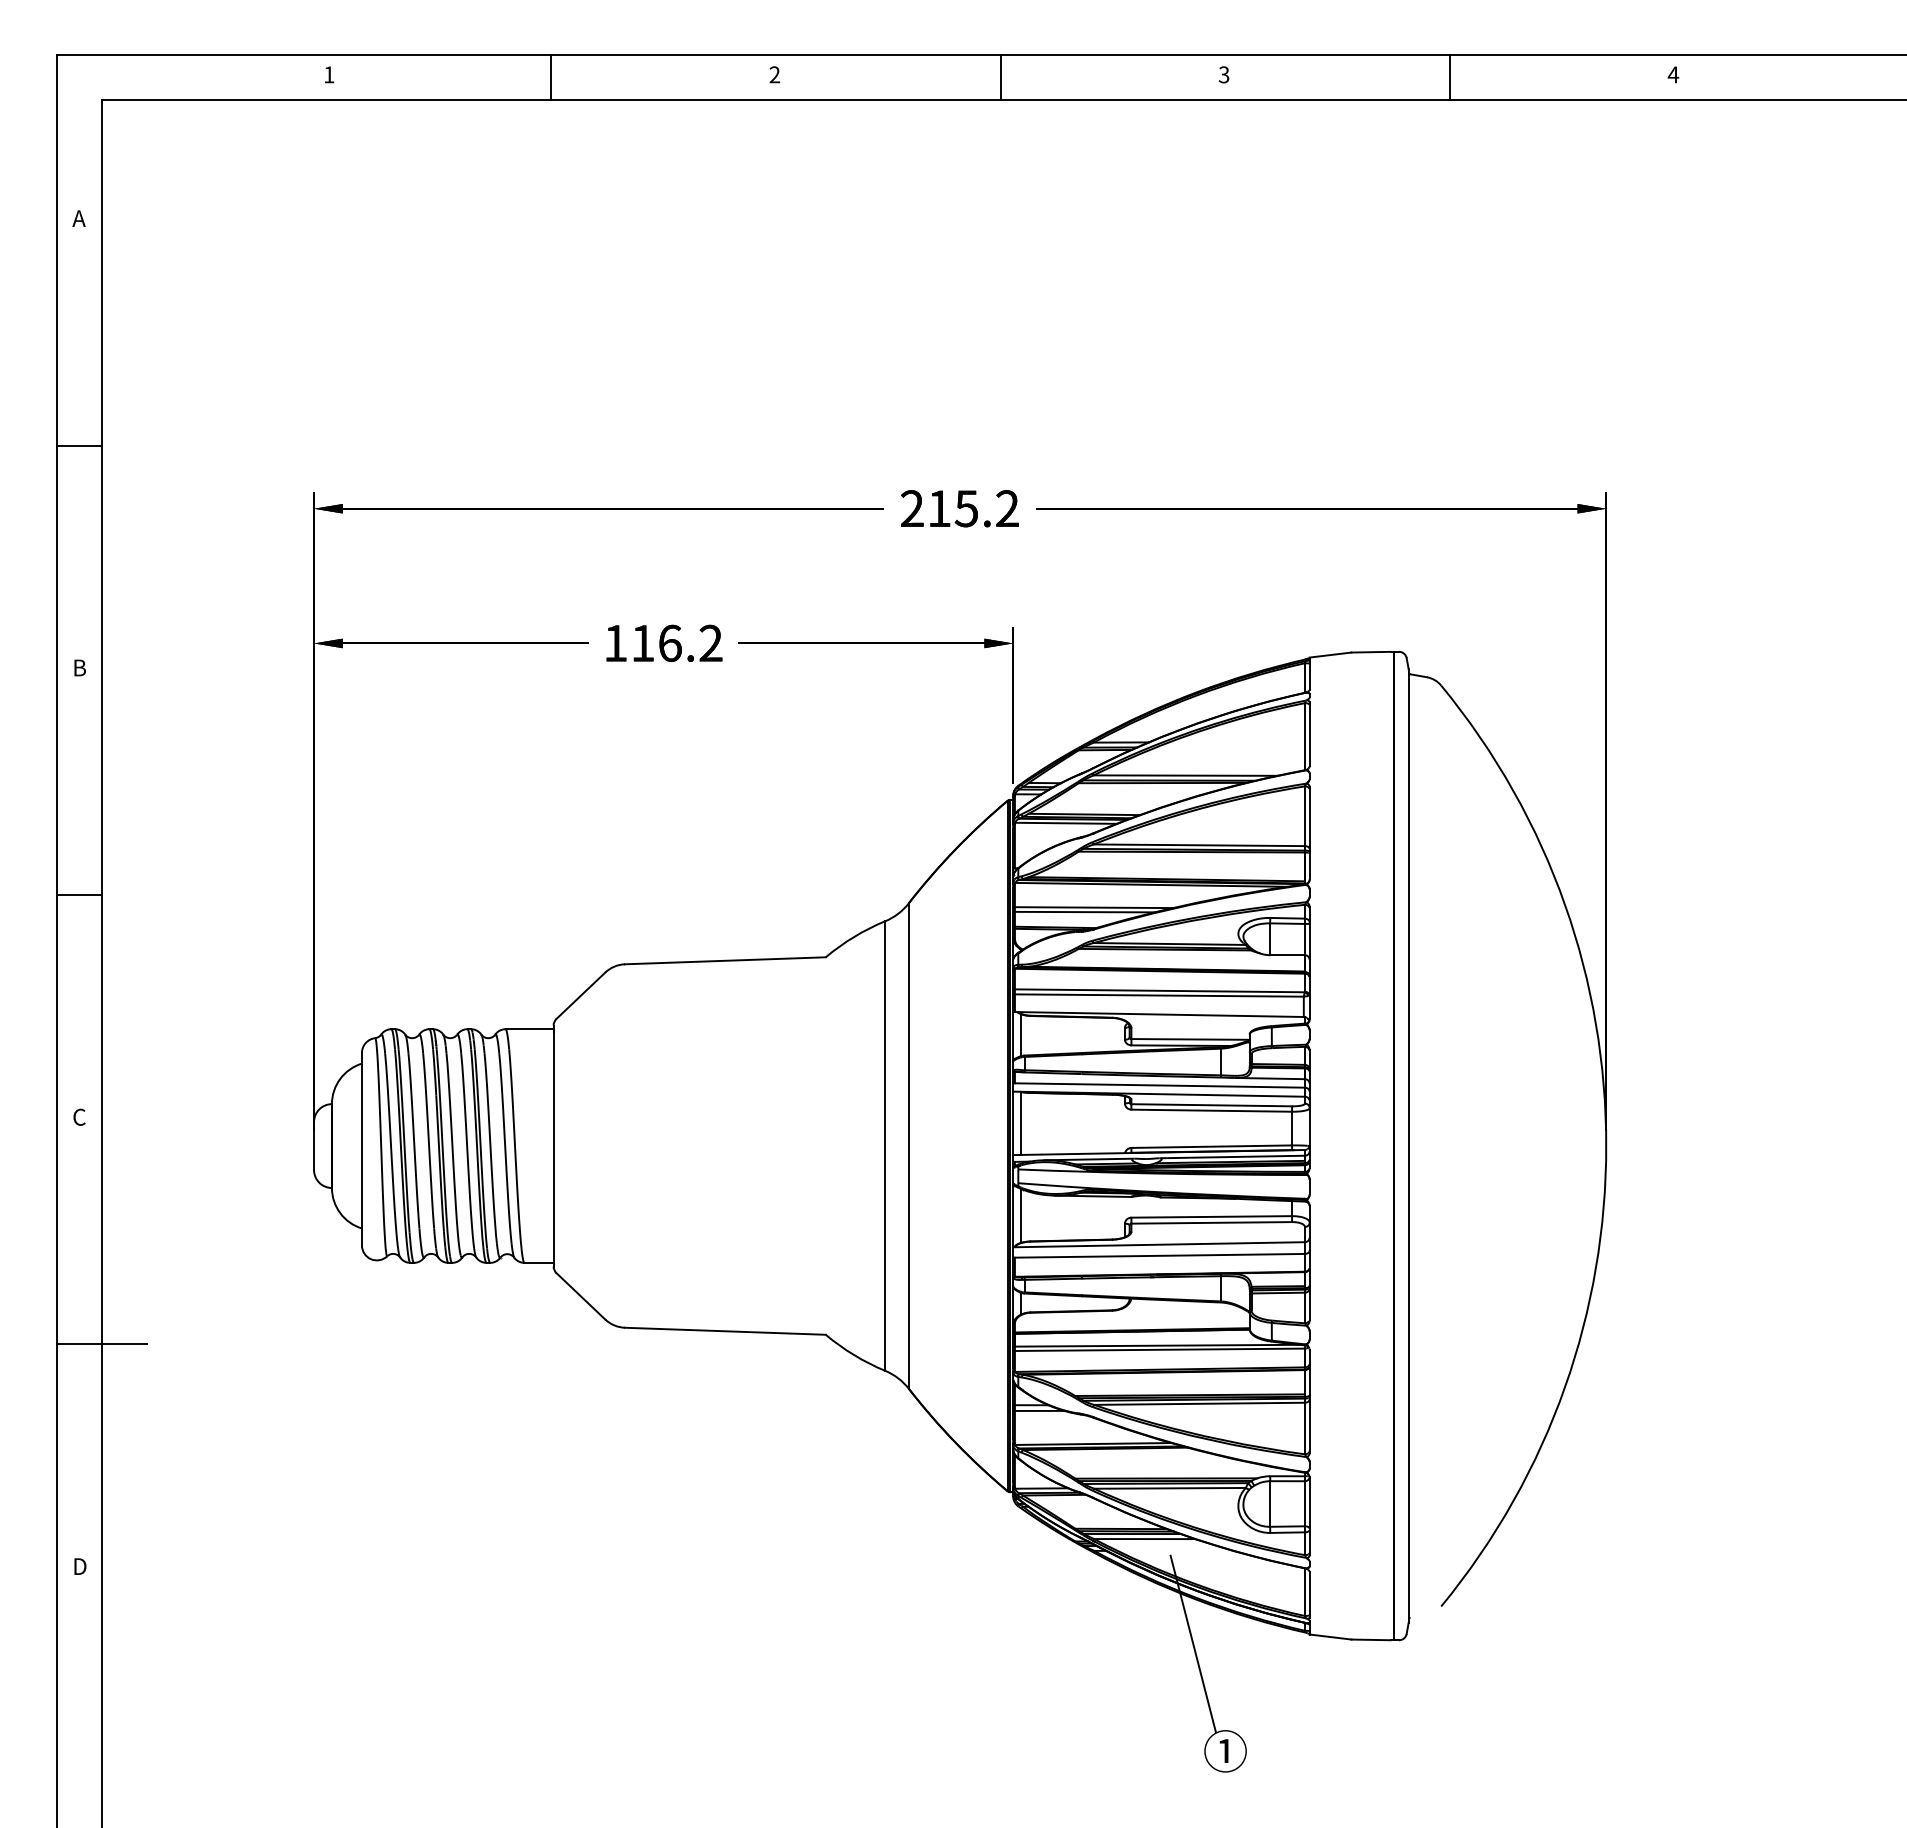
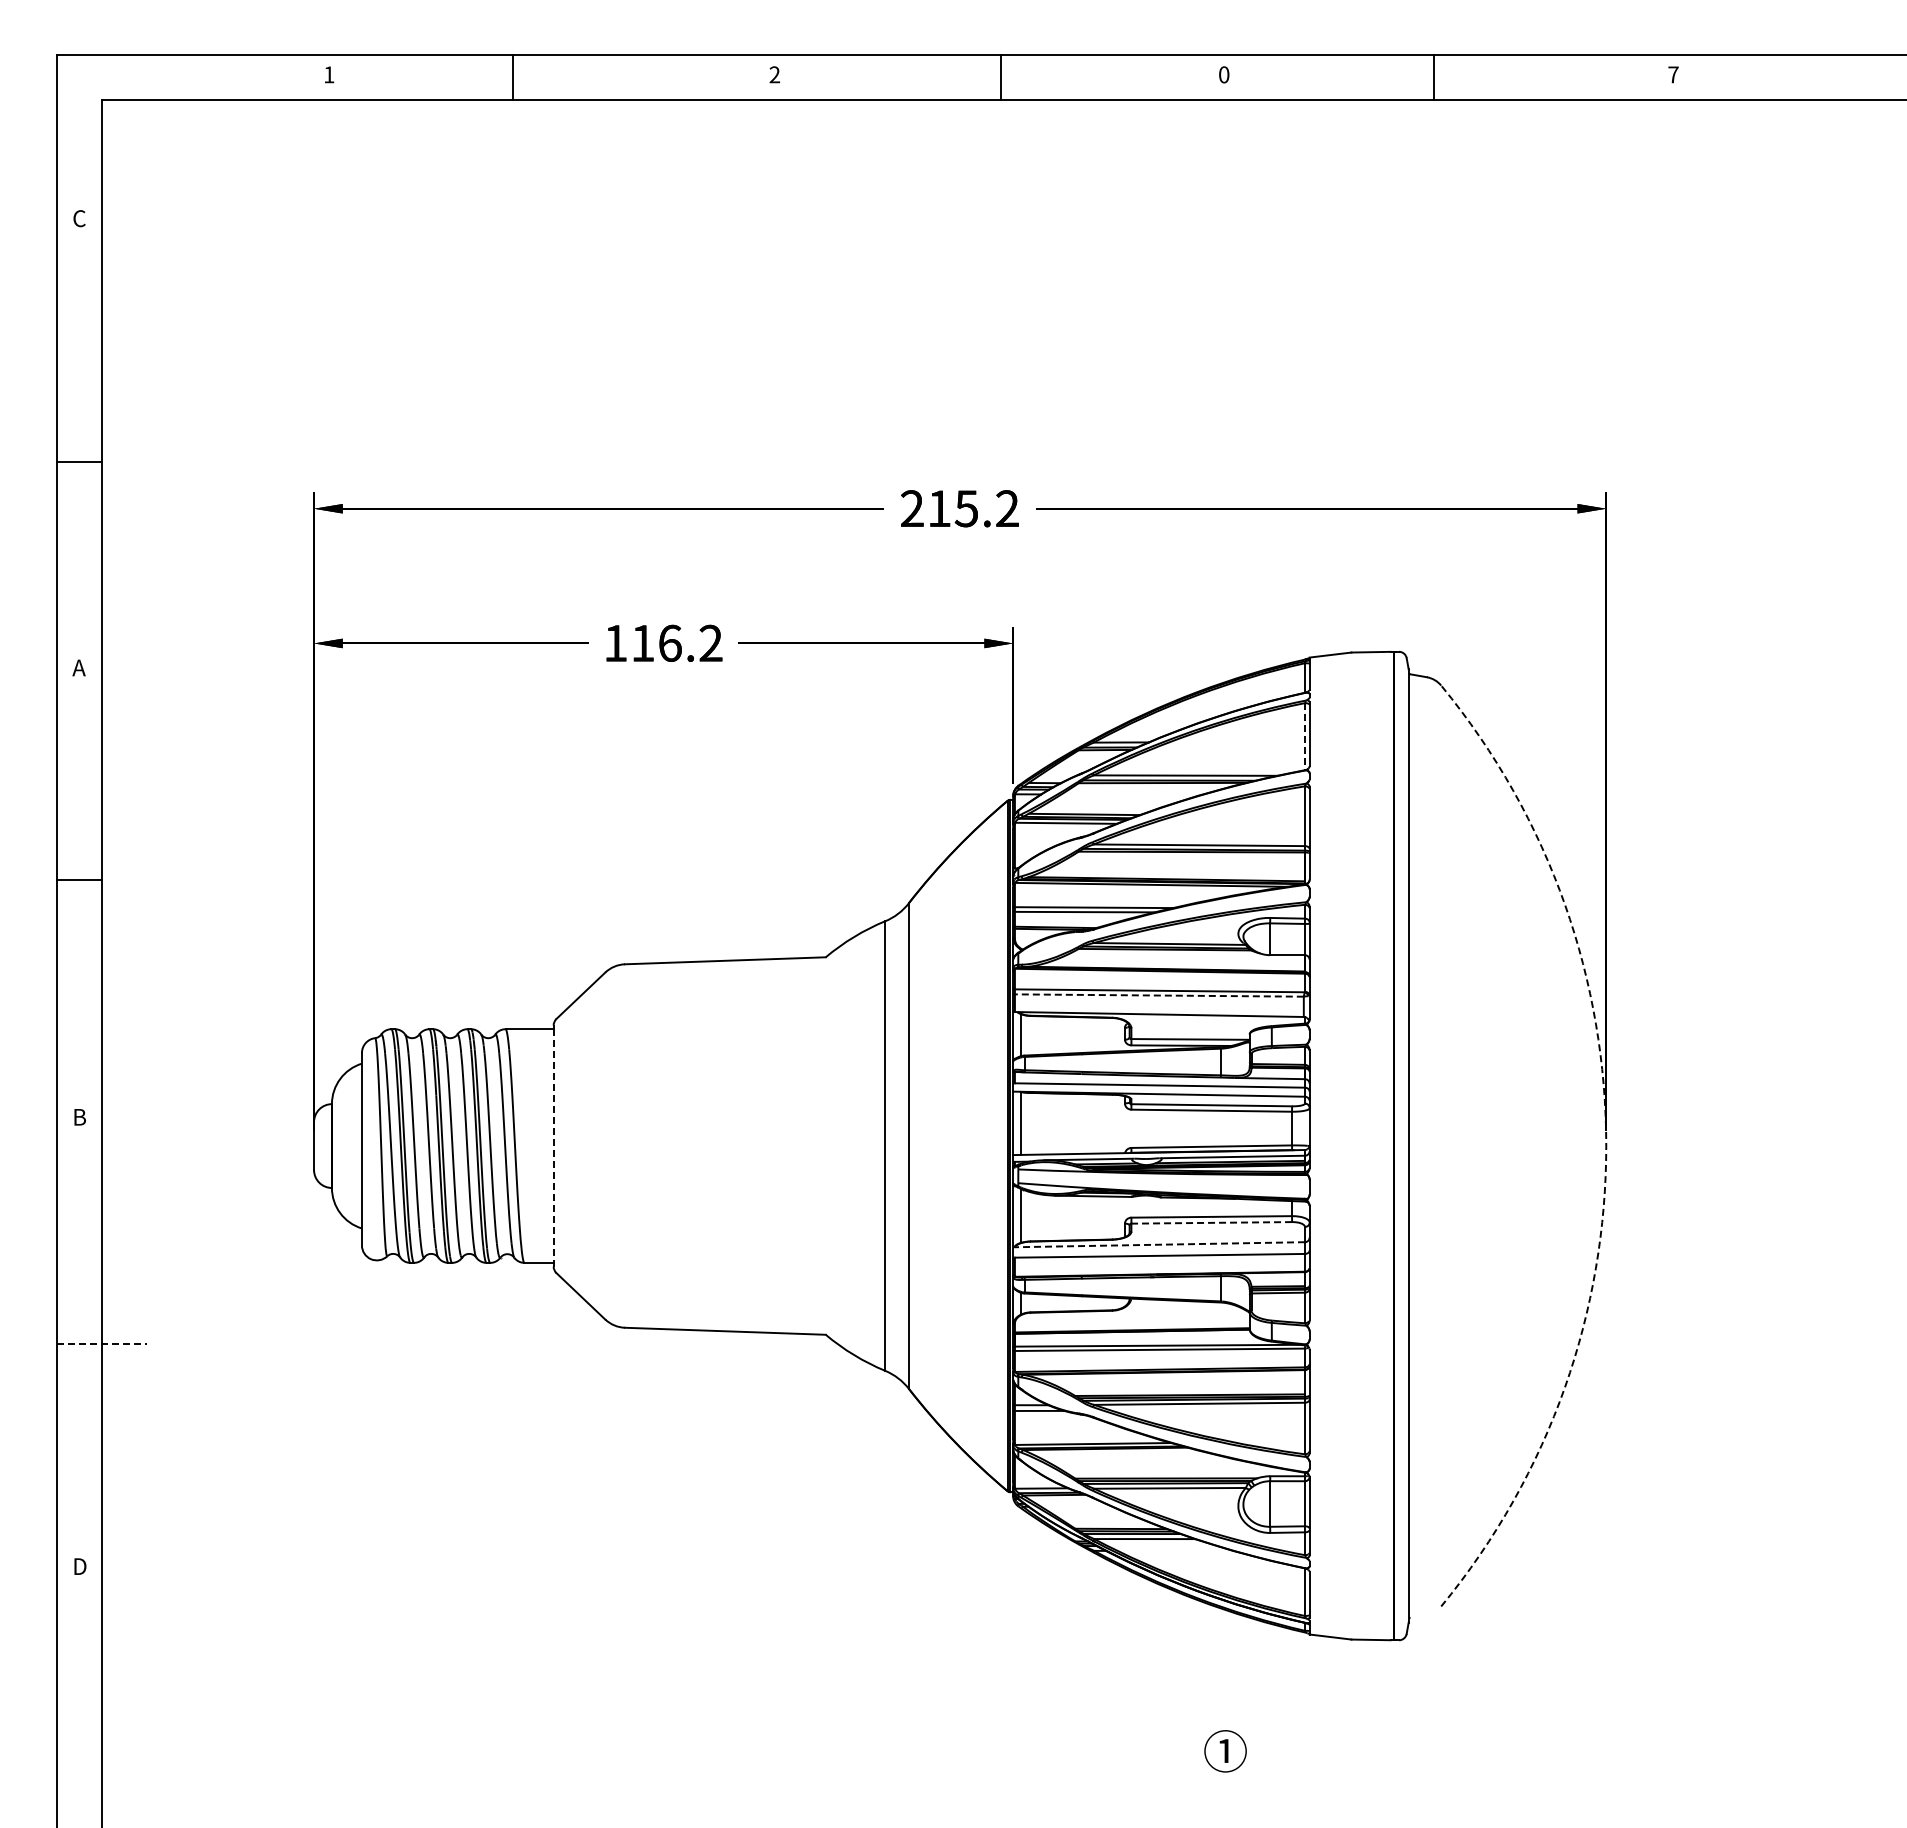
text at (1223, 74): 3 -> 0
text at (1673, 74): 4 -> 7
line at (551, 76) position: (551, 76) -> (513, 76)
line at (1450, 76) position: (1450, 76) -> (1434, 76)
text at (78, 218): A -> C
line at (79, 445) position: (79, 445) -> (79, 461)
text at (78, 667): B -> A
line at (1304, 736): solid -> dashed
line at (79, 894) position: (79, 894) -> (79, 879)
line at (1158, 995): solid -> dashed
text at (79, 1116): C -> B
arc at (1606, 1146): solid -> dashed
line at (553, 1148): solid -> dashed
line at (1211, 1222): solid -> dashed
line at (1159, 1244): solid -> dashed
line at (102, 1344): solid -> dashed
line at (1192, 1643): present -> none
